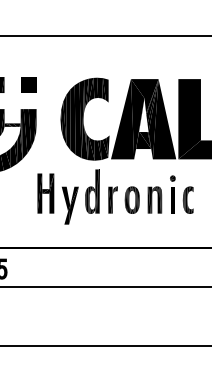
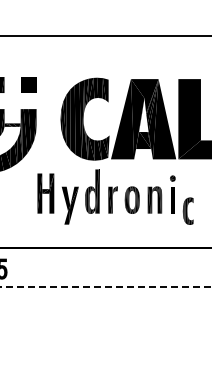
part at (187, 199) position: (187, 199) -> (187, 210)
line at (105, 286): solid -> dashed
line at (105, 345): present -> none
